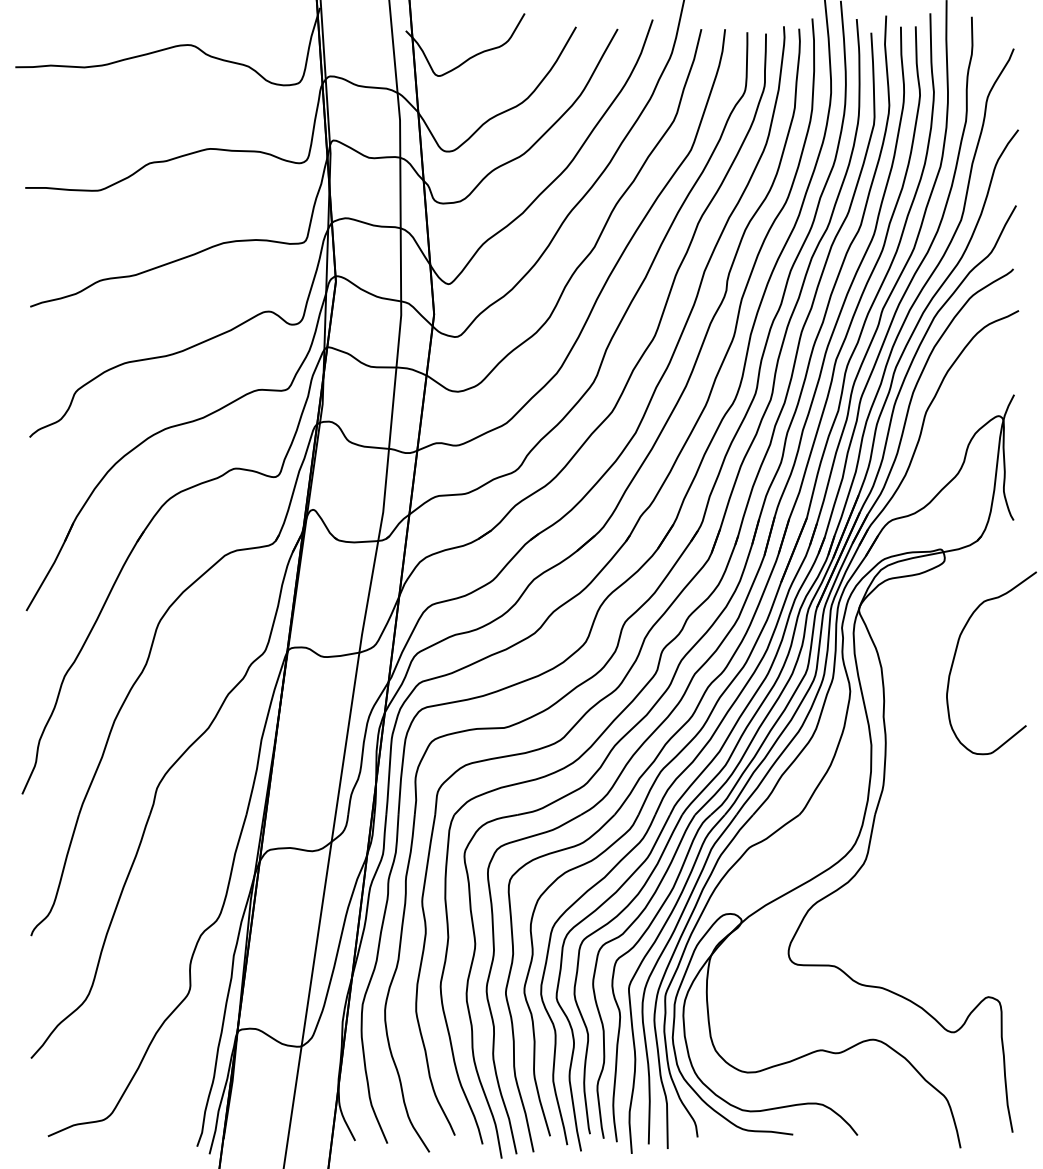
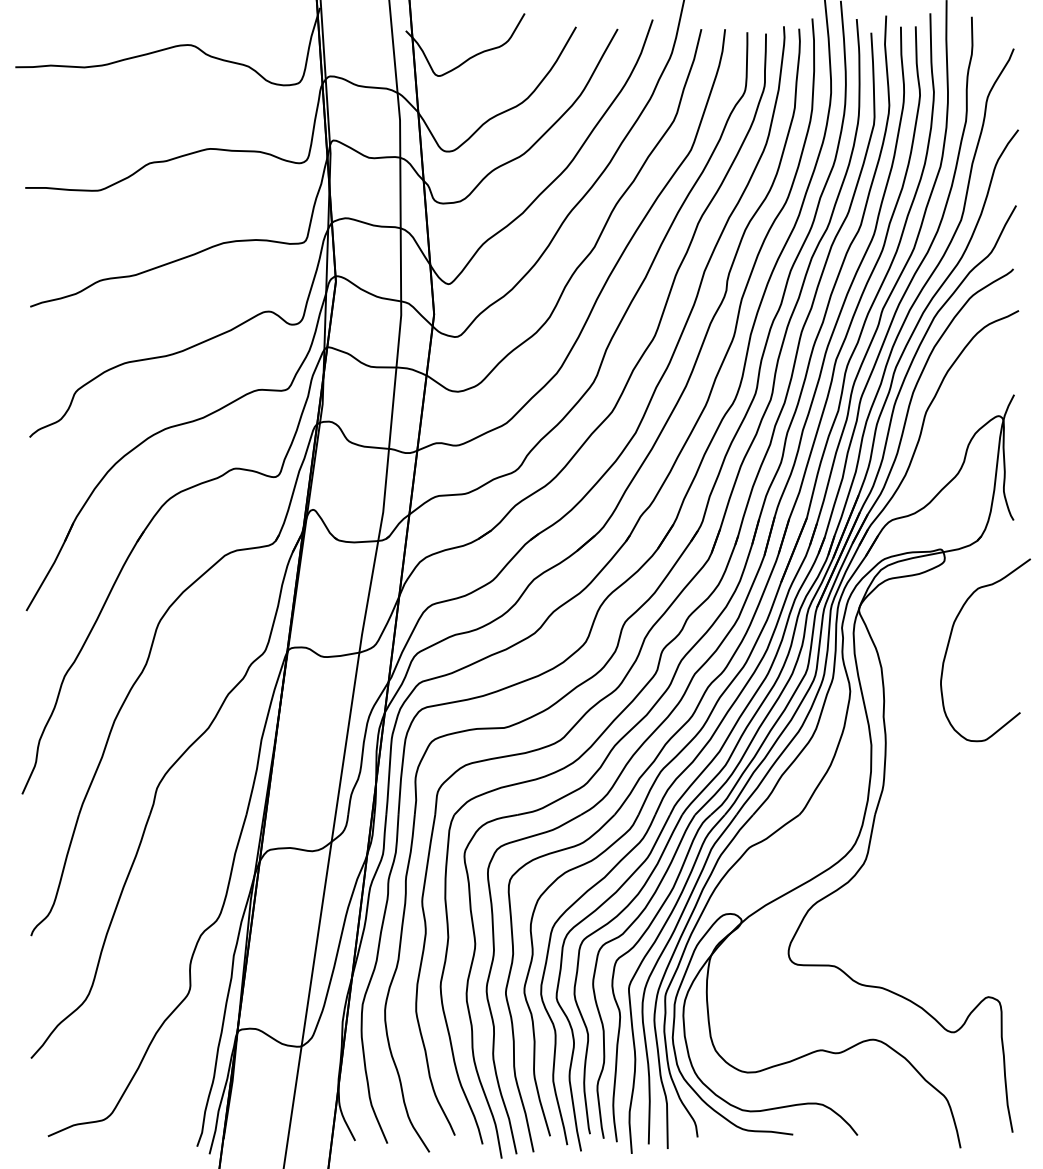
curve at (956, 653) position: (956, 653) -> (950, 640)
